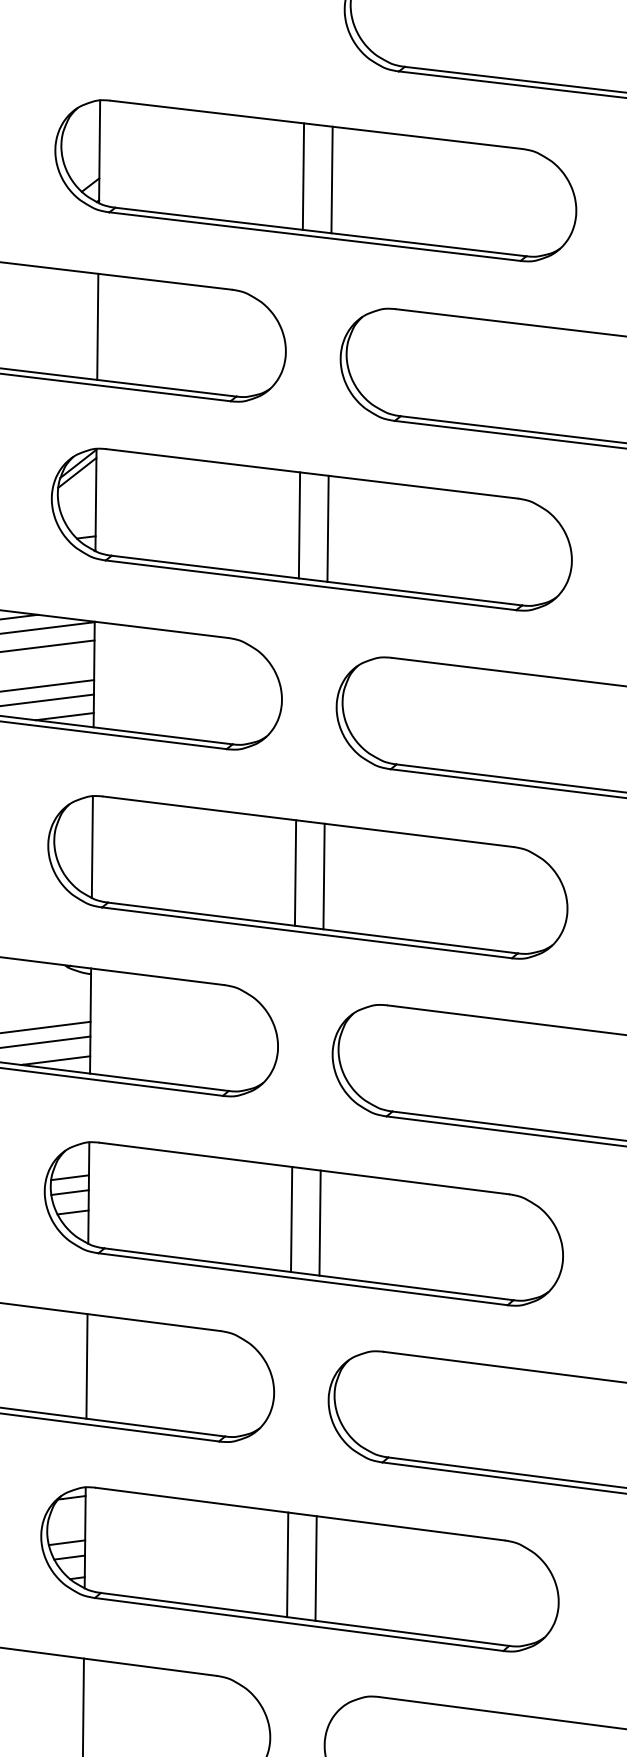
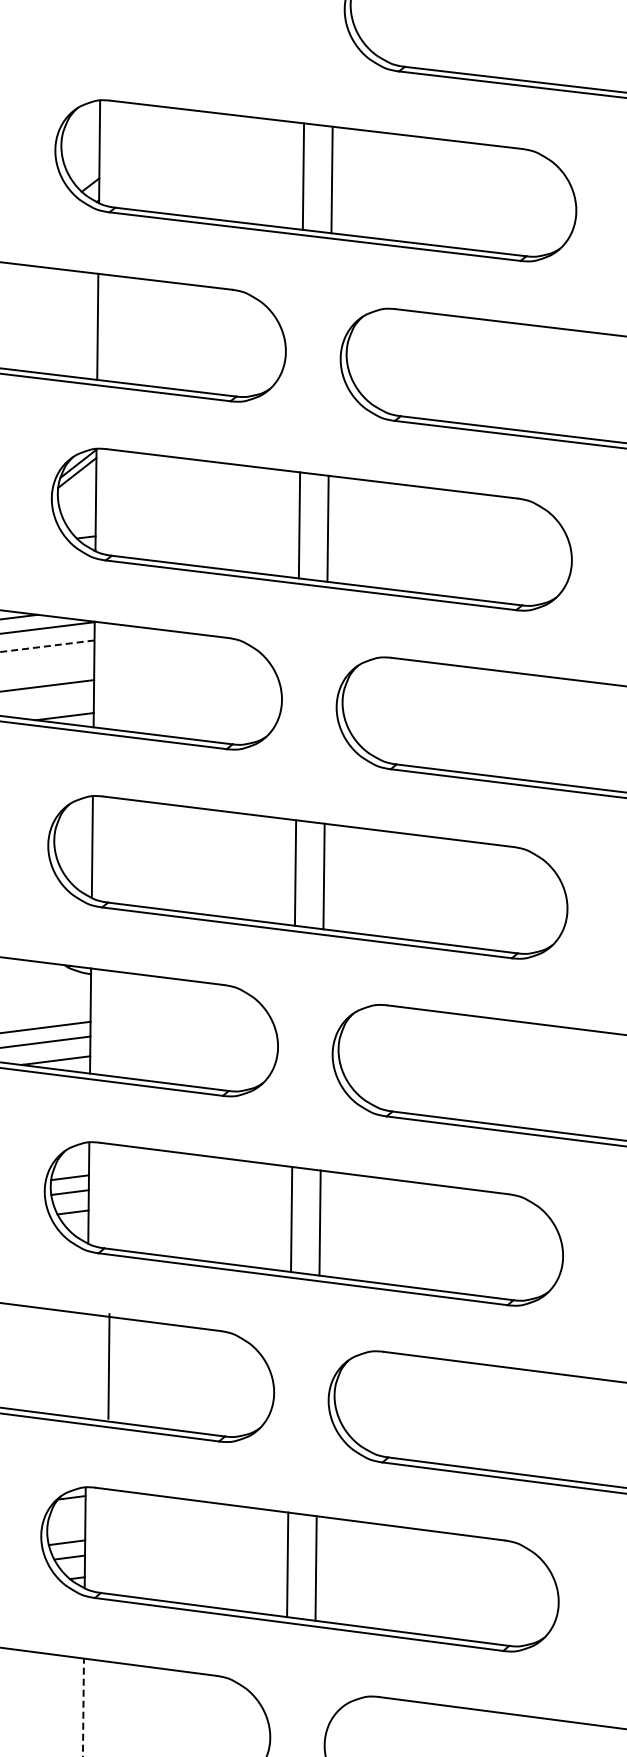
line at (46, 646): solid -> dashed
line at (47, 699): present -> none
line at (86, 1366) position: (86, 1366) -> (108, 1366)
line at (83, 1707): solid -> dashed
